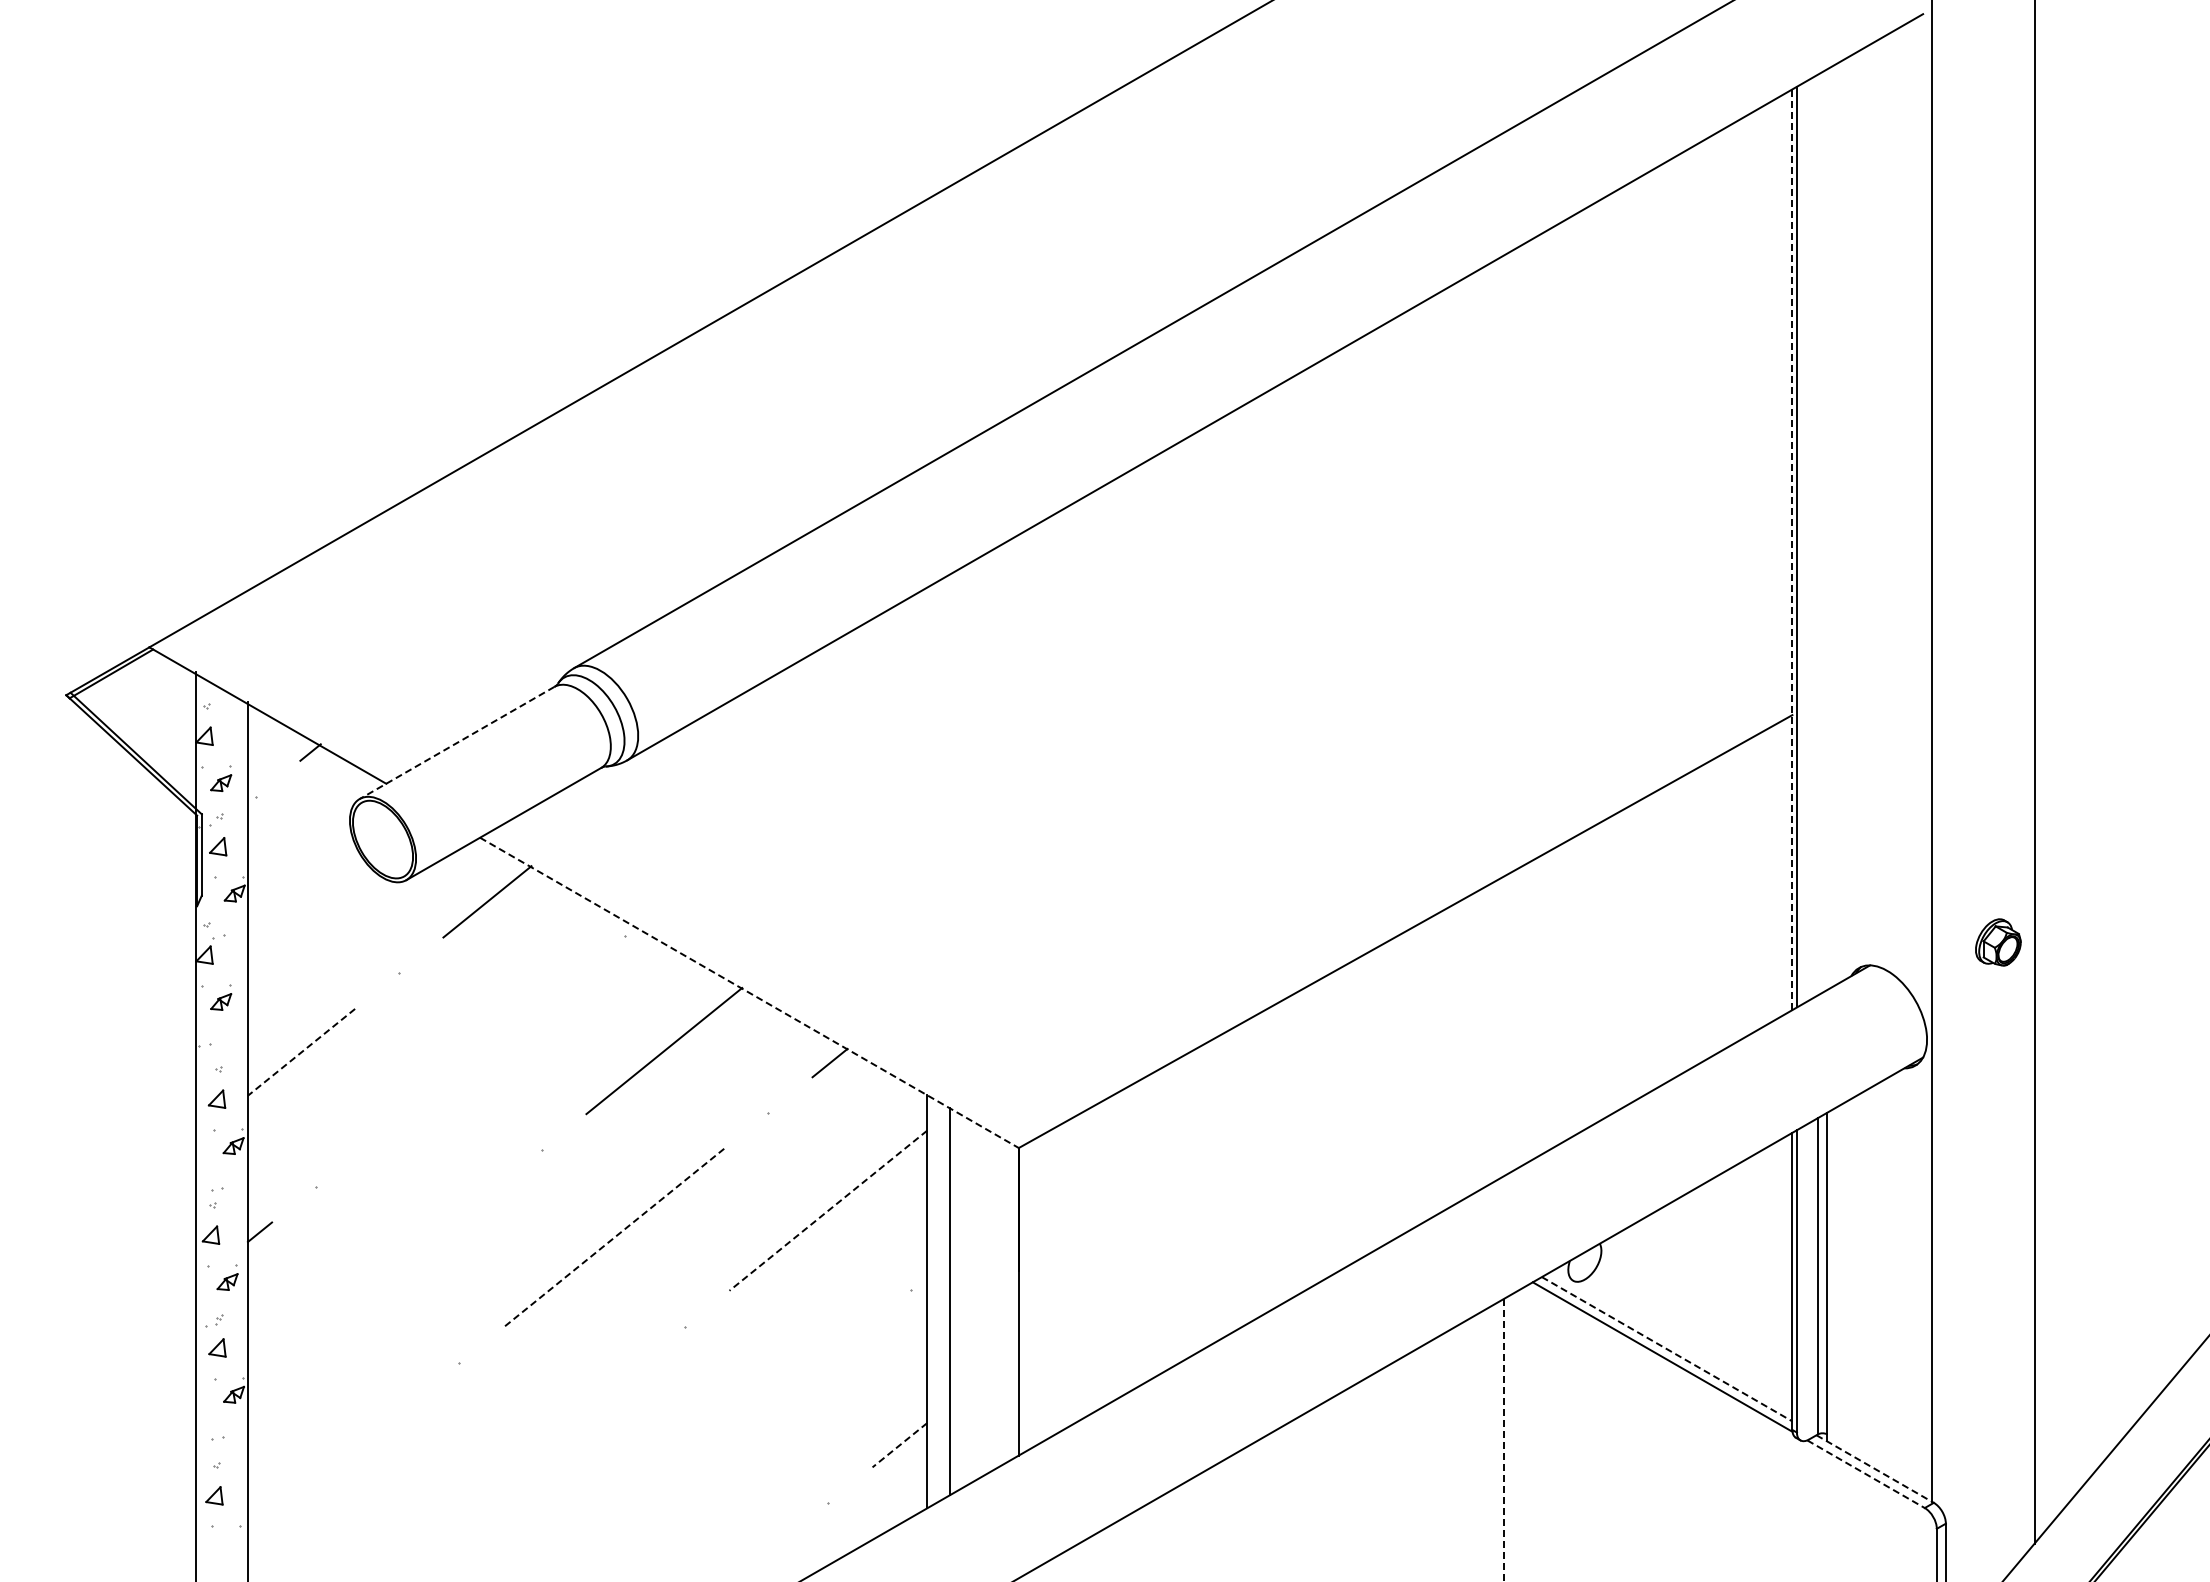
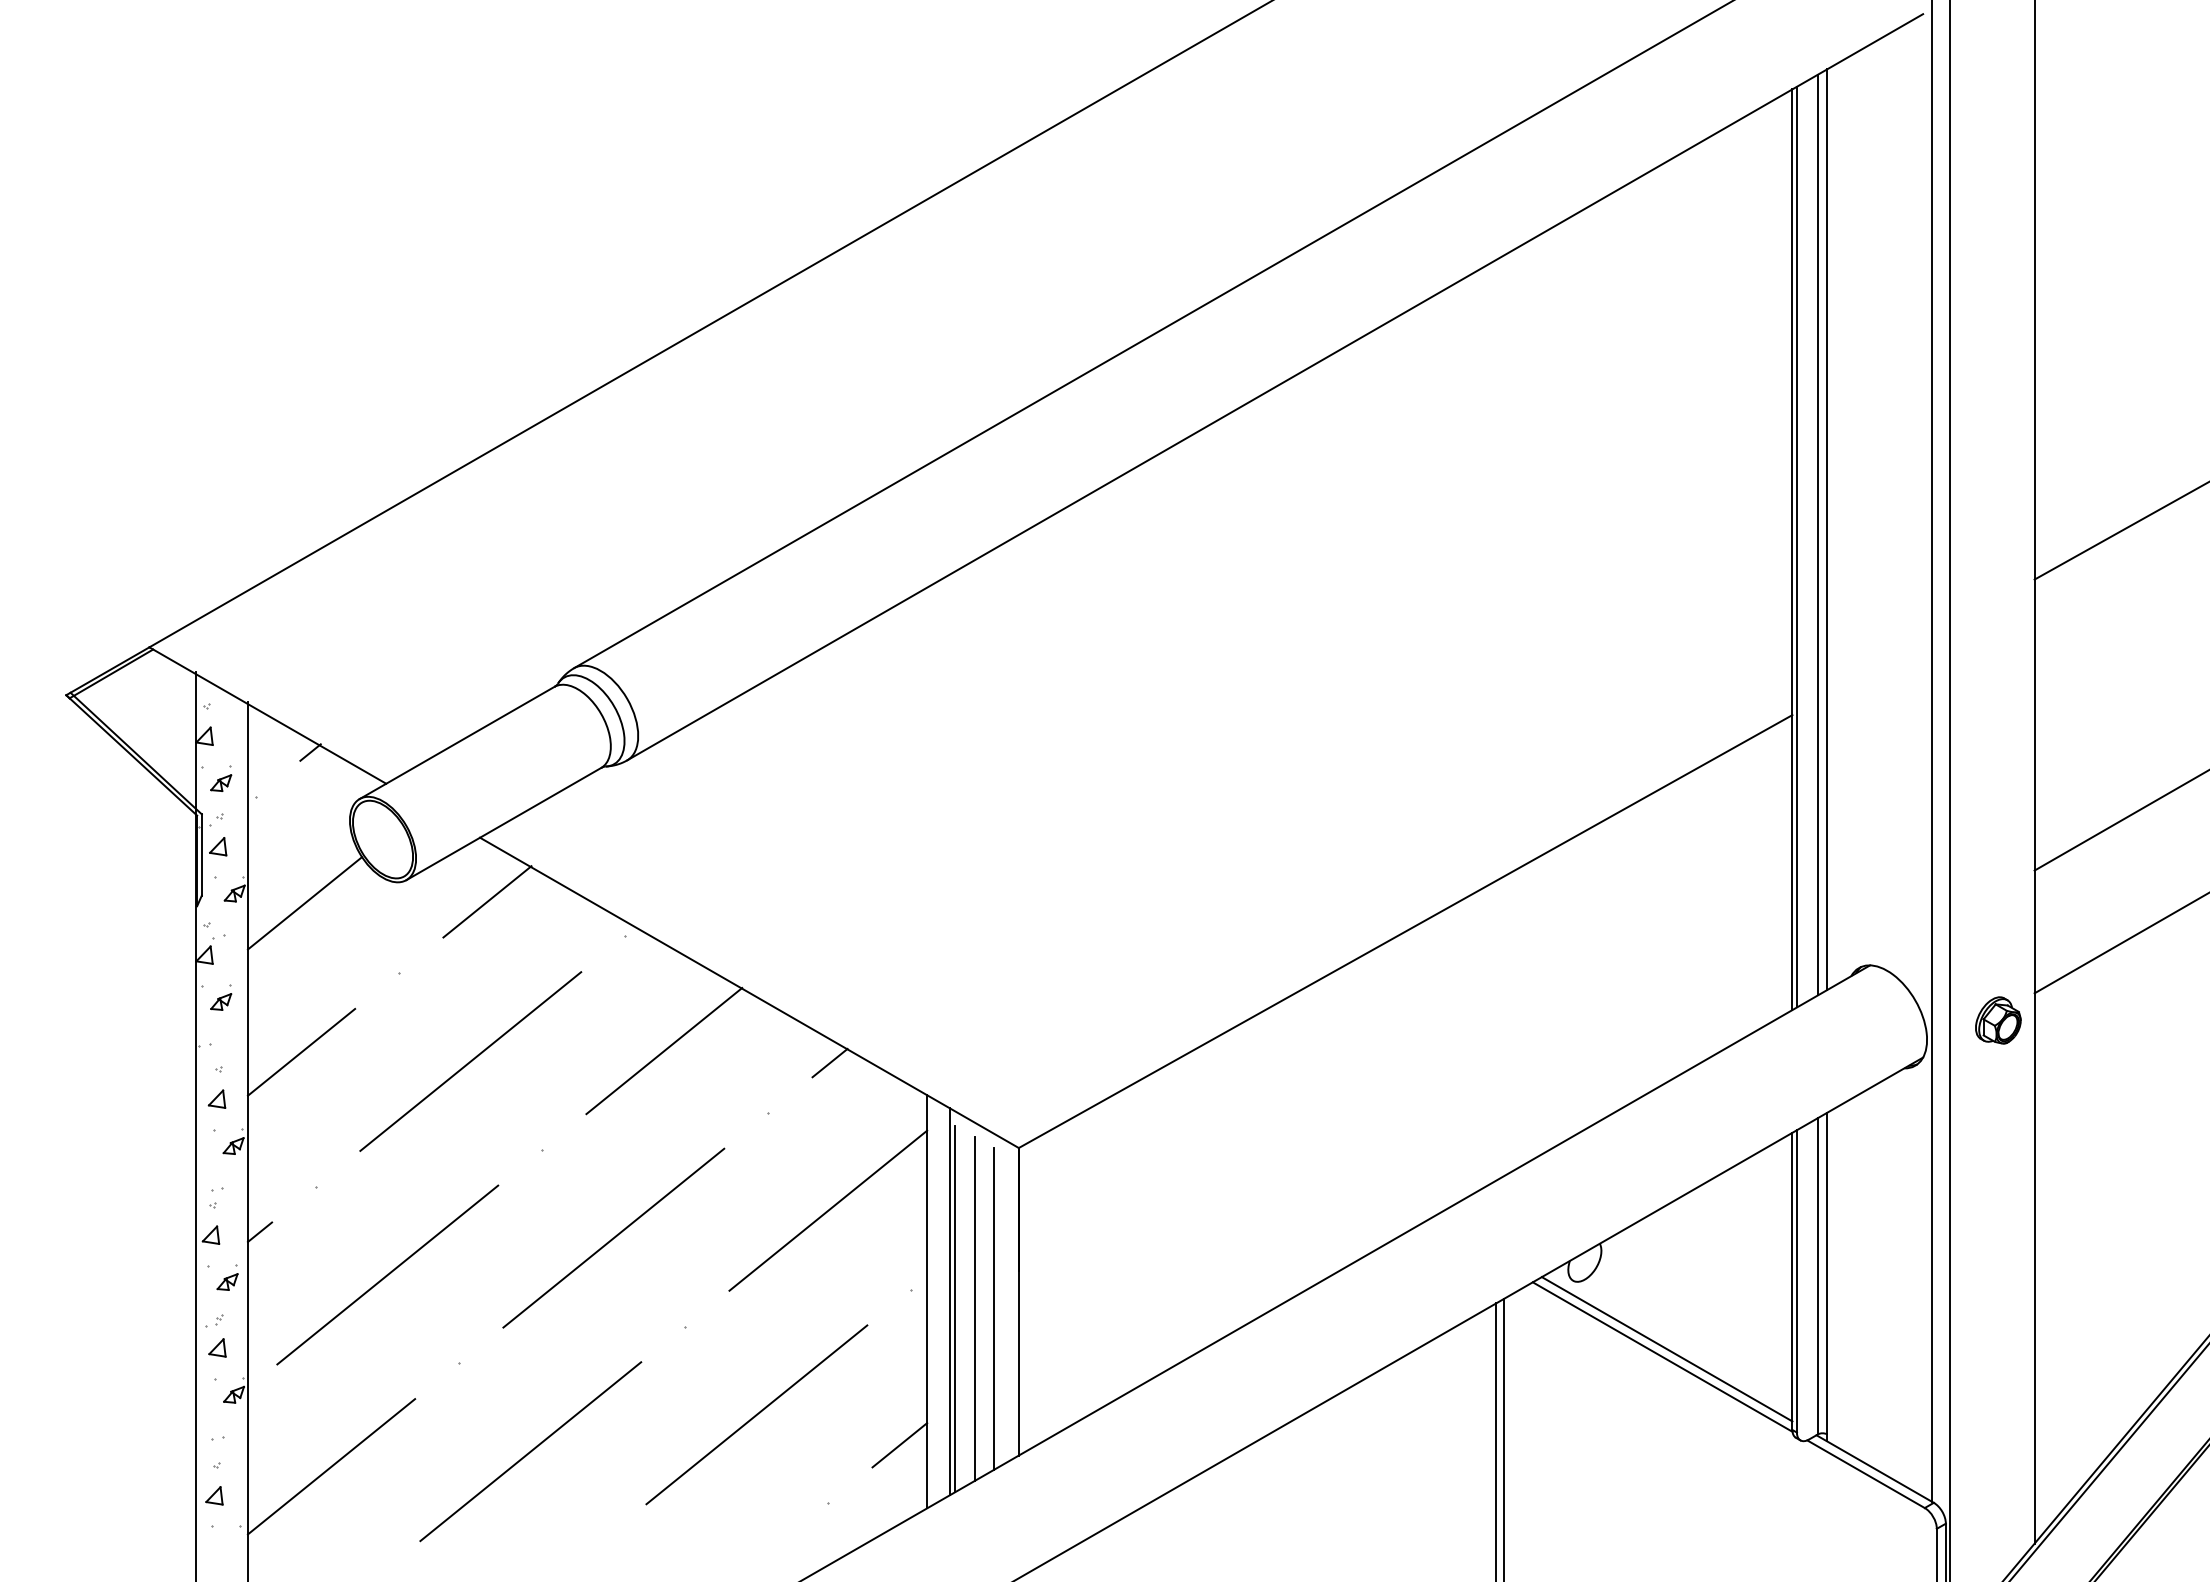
line at (1827, 529): none -> present
line at (2120, 531): none -> present
line at (1818, 534): none -> present
line at (1792, 549): dashed -> solid
line at (456, 743): dashed -> solid
line at (1950, 790): none -> present
line at (2120, 820): none -> present
line at (304, 903): none -> present
part at (1998, 942) position: (1998, 942) -> (1998, 1020)
line at (2120, 943): none -> present
line at (749, 992): dashed -> solid
line at (301, 1052): dashed -> solid
line at (470, 1061): none -> present
line at (827, 1211): dashed -> solid
line at (613, 1238): dashed -> solid
line at (387, 1274): none -> present
line at (955, 1308): none -> present
line at (974, 1308): none -> present
line at (994, 1308): none -> present
line at (1667, 1349): dashed -> solid
line at (756, 1414): none -> present
line at (1496, 1440): none -> present
line at (1503, 1440): dashed -> solid
line at (899, 1445): dashed -> solid
line at (530, 1451): none -> present
line at (2109, 1462): none -> present
line at (331, 1466): none -> present
line at (1875, 1469): dashed -> solid
line at (1866, 1474): dashed -> solid
